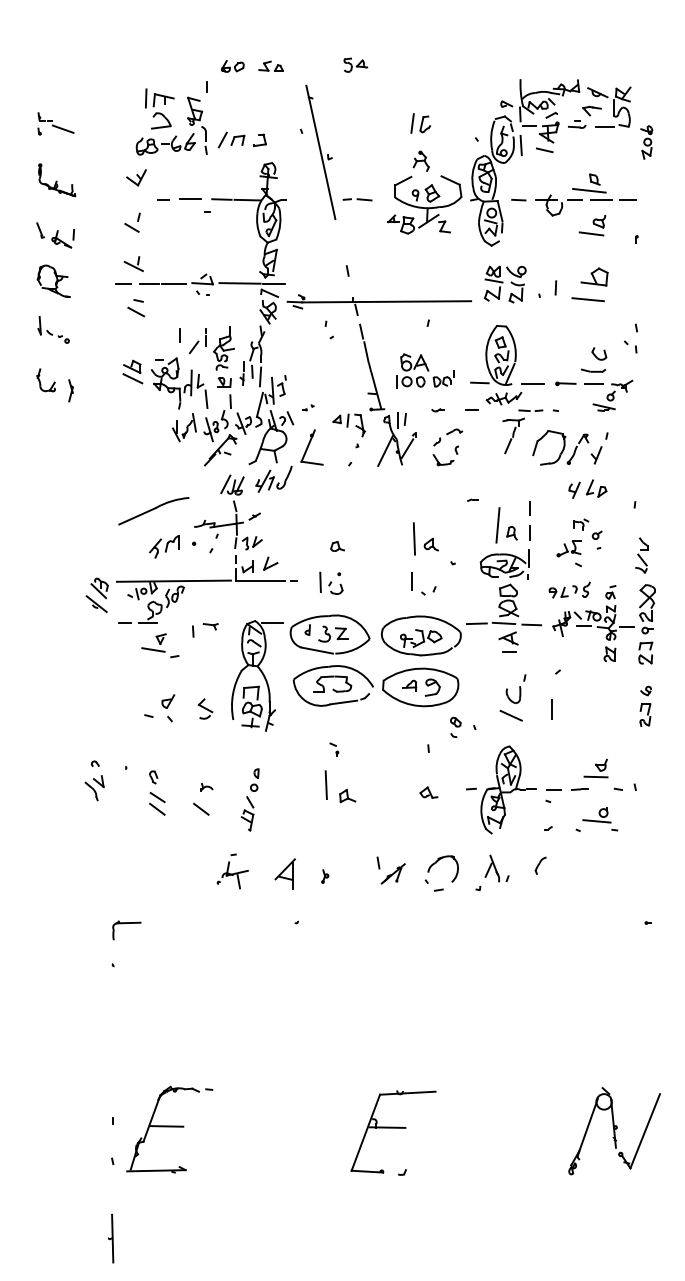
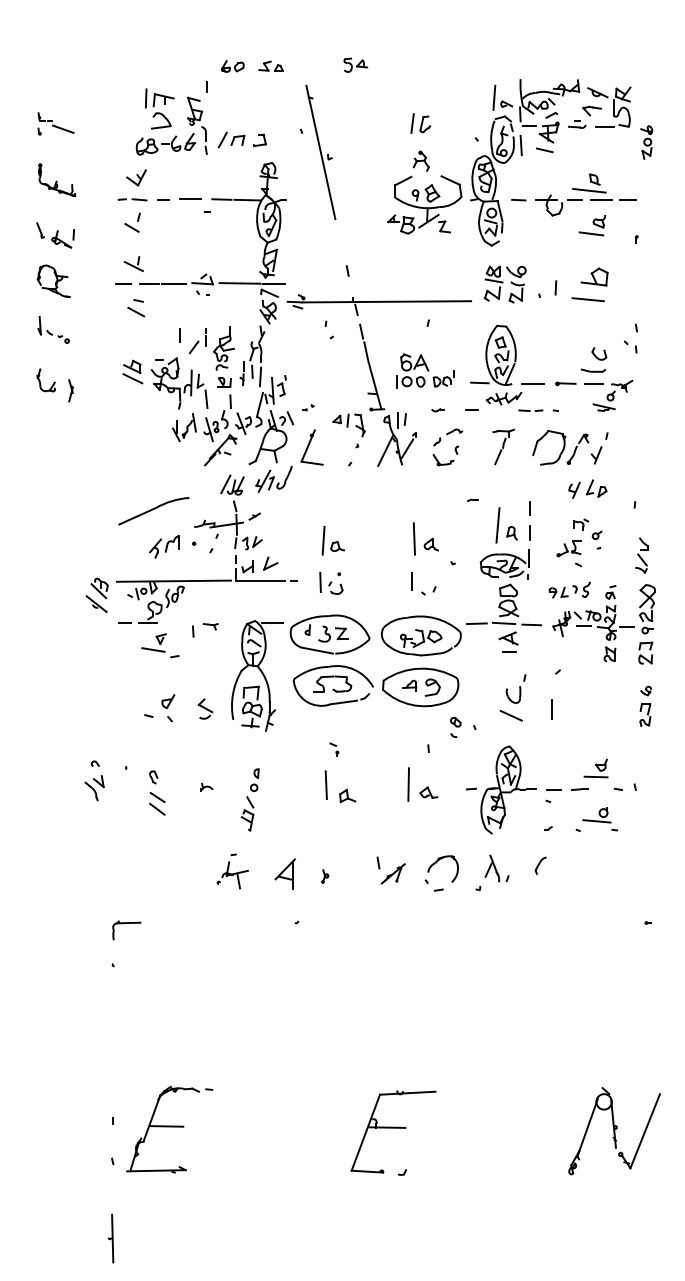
line at (494, 97): none -> present
line at (357, 199) position: (357, 199) -> (132, 199)
part at (513, 435) position: (513, 435) -> (503, 446)
line at (323, 540): none -> present
line at (408, 784): none -> present
line at (201, 809): present -> none
